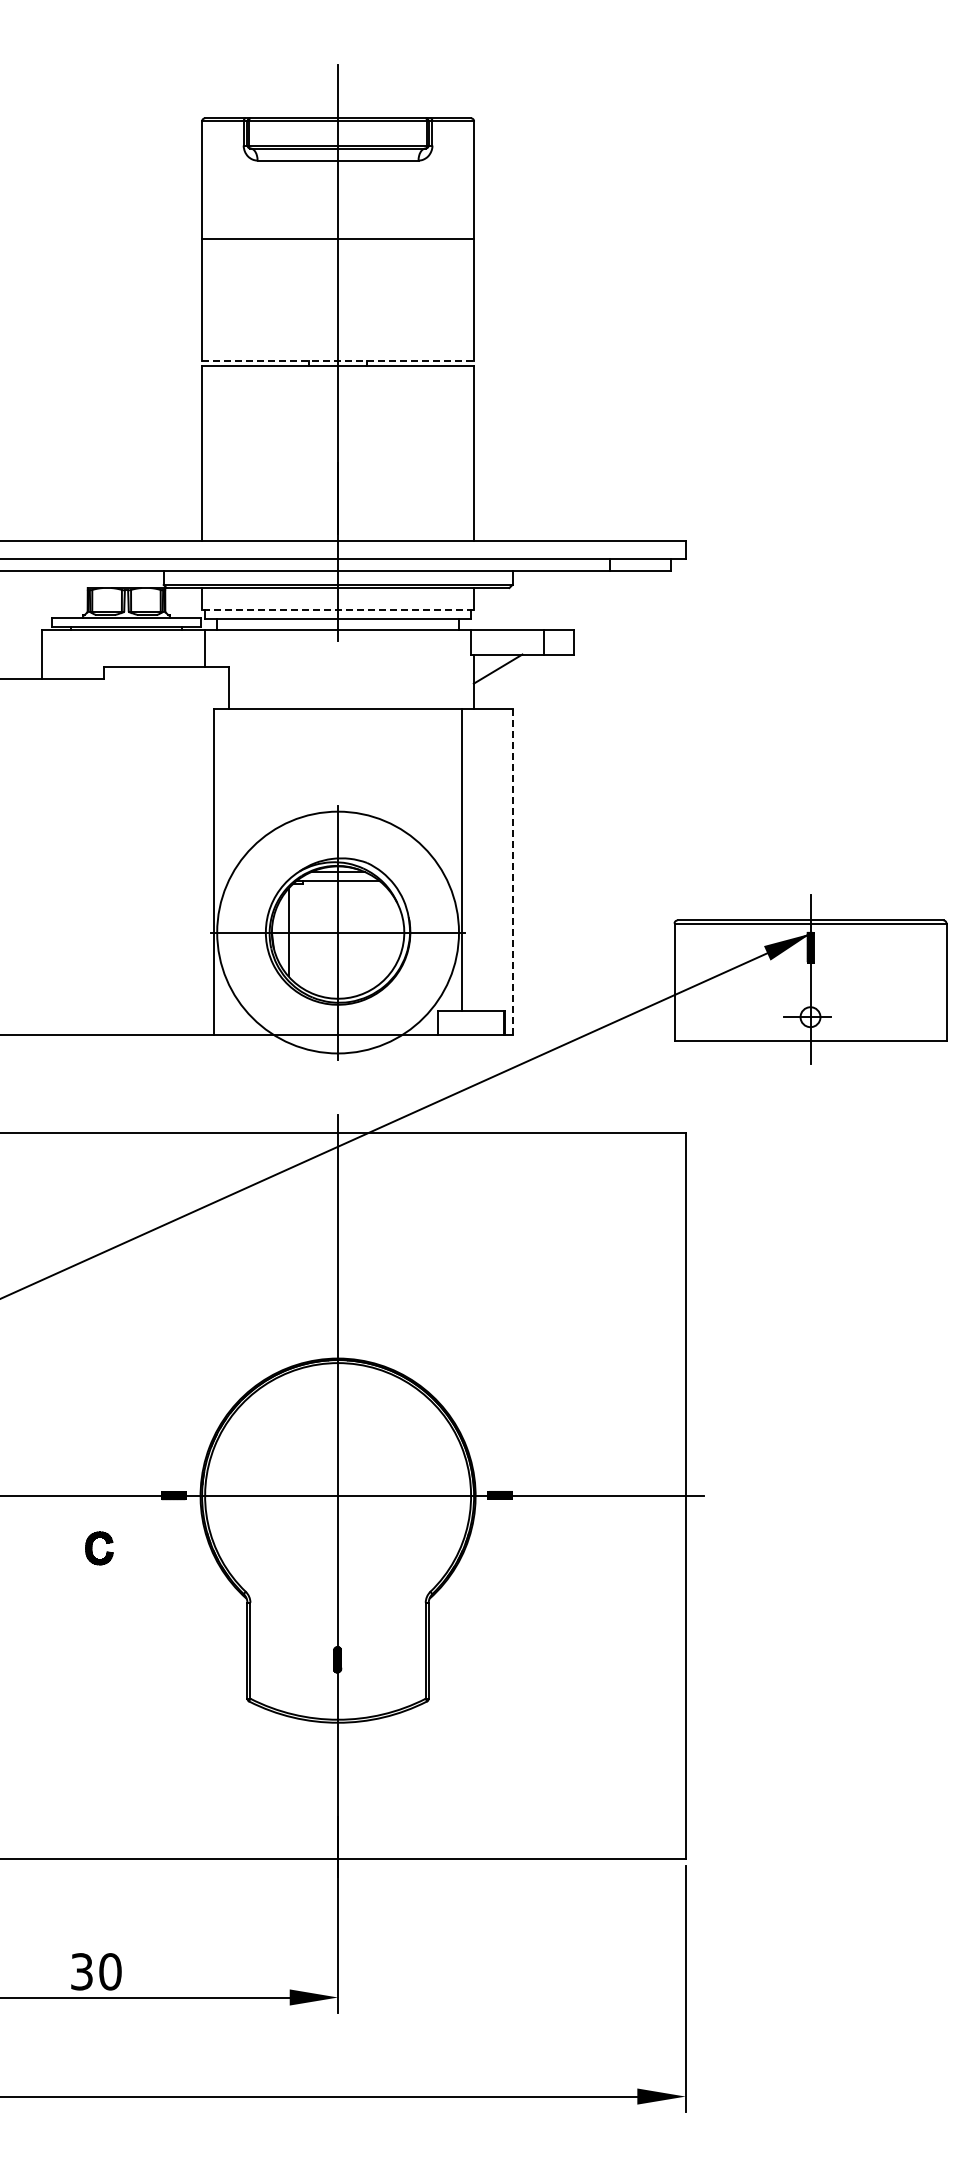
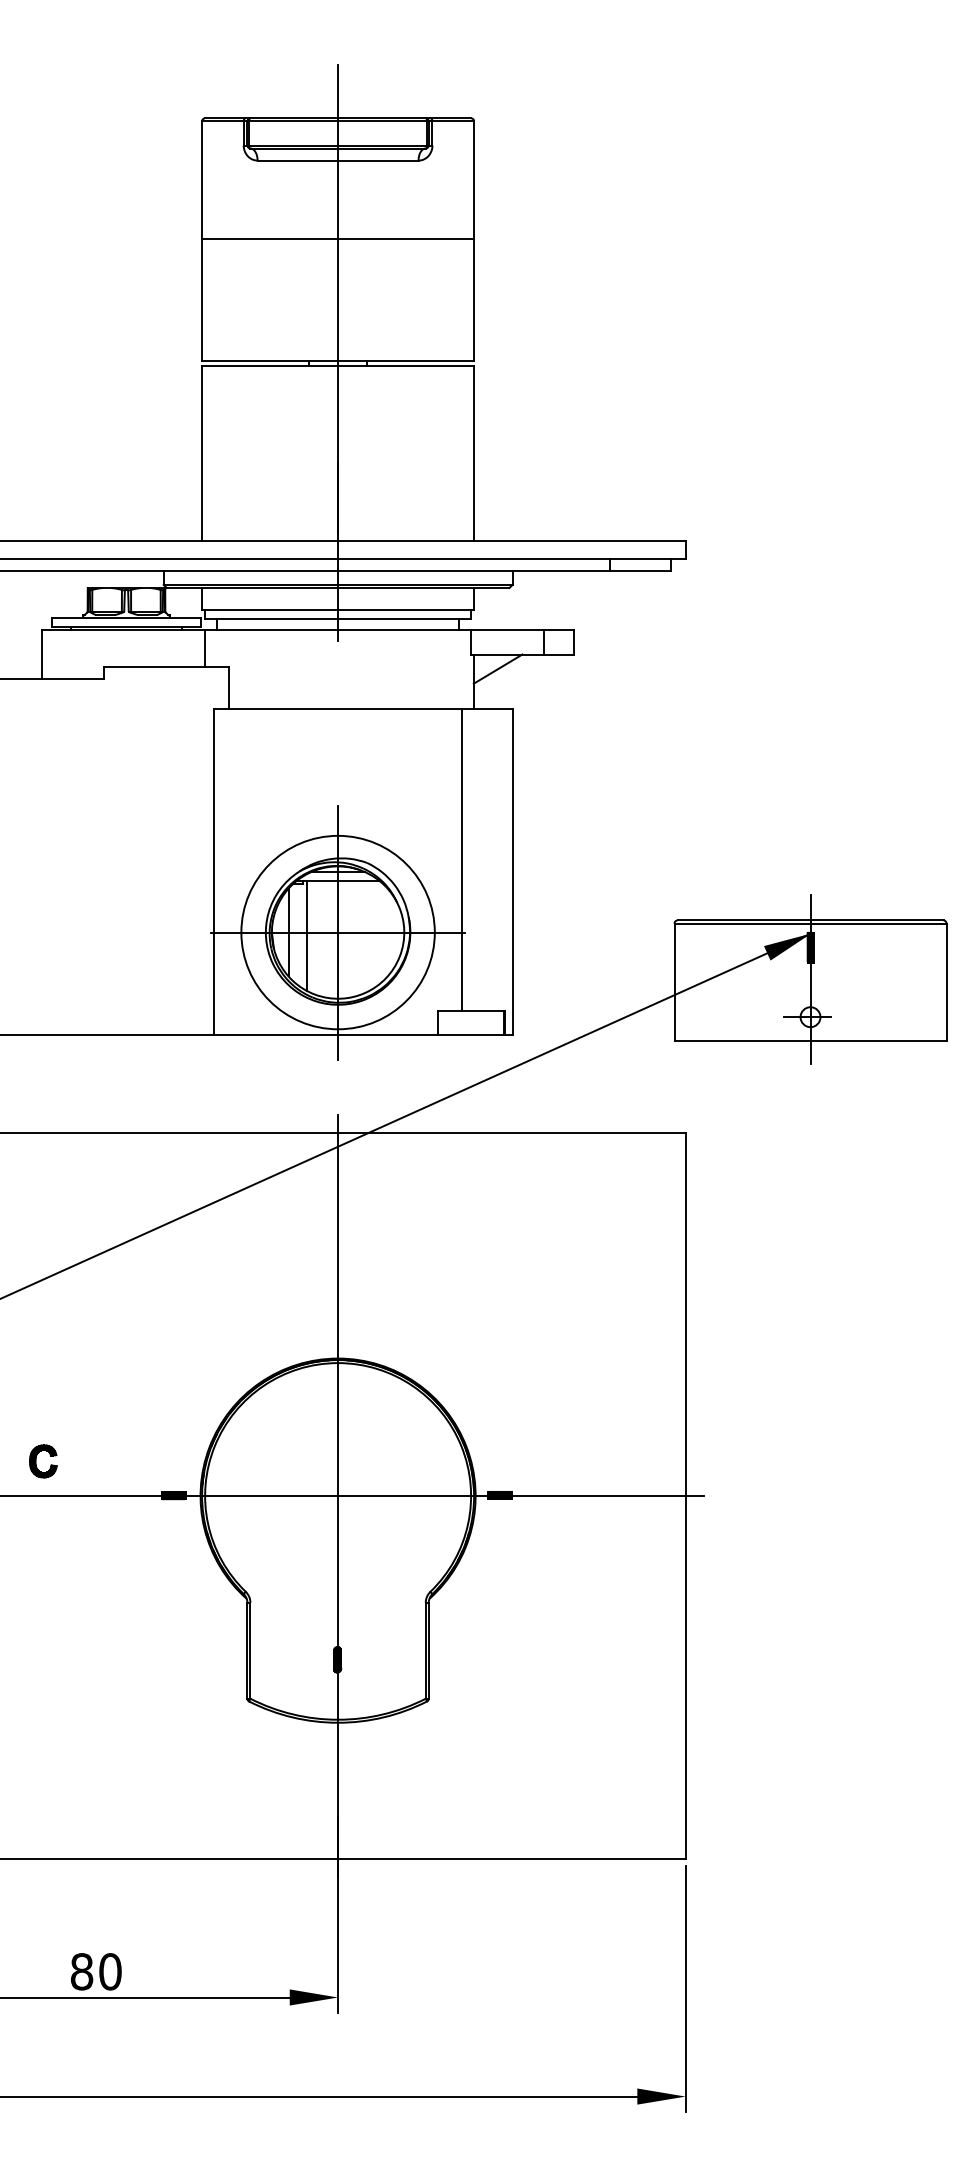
line at (338, 361): dashed -> solid
line at (337, 610): dashed -> solid
line at (513, 871): dashed -> solid
circle at (338, 932) diameter: 242 px -> 193 px
line at (306, 935): none -> present
part at (92, 1548) position: (92, 1548) -> (36, 1461)
text at (81, 1971): 30 -> 80
